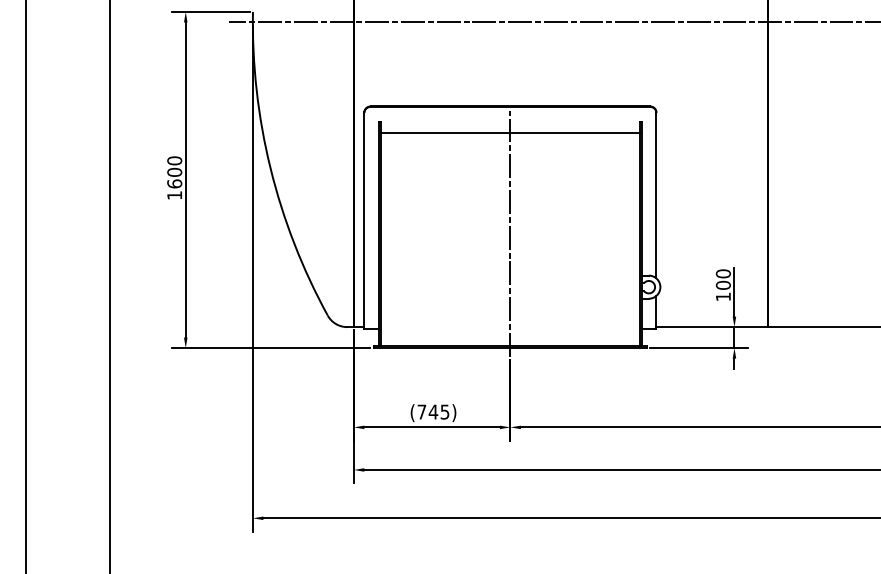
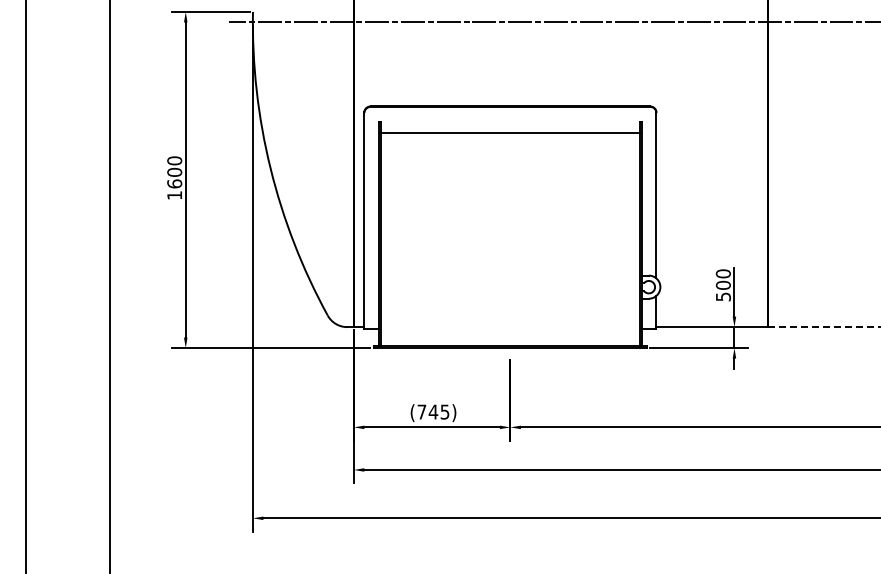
line at (510, 233): present -> none
text at (723, 296): 100 -> 500
line at (823, 327): solid -> dashed
